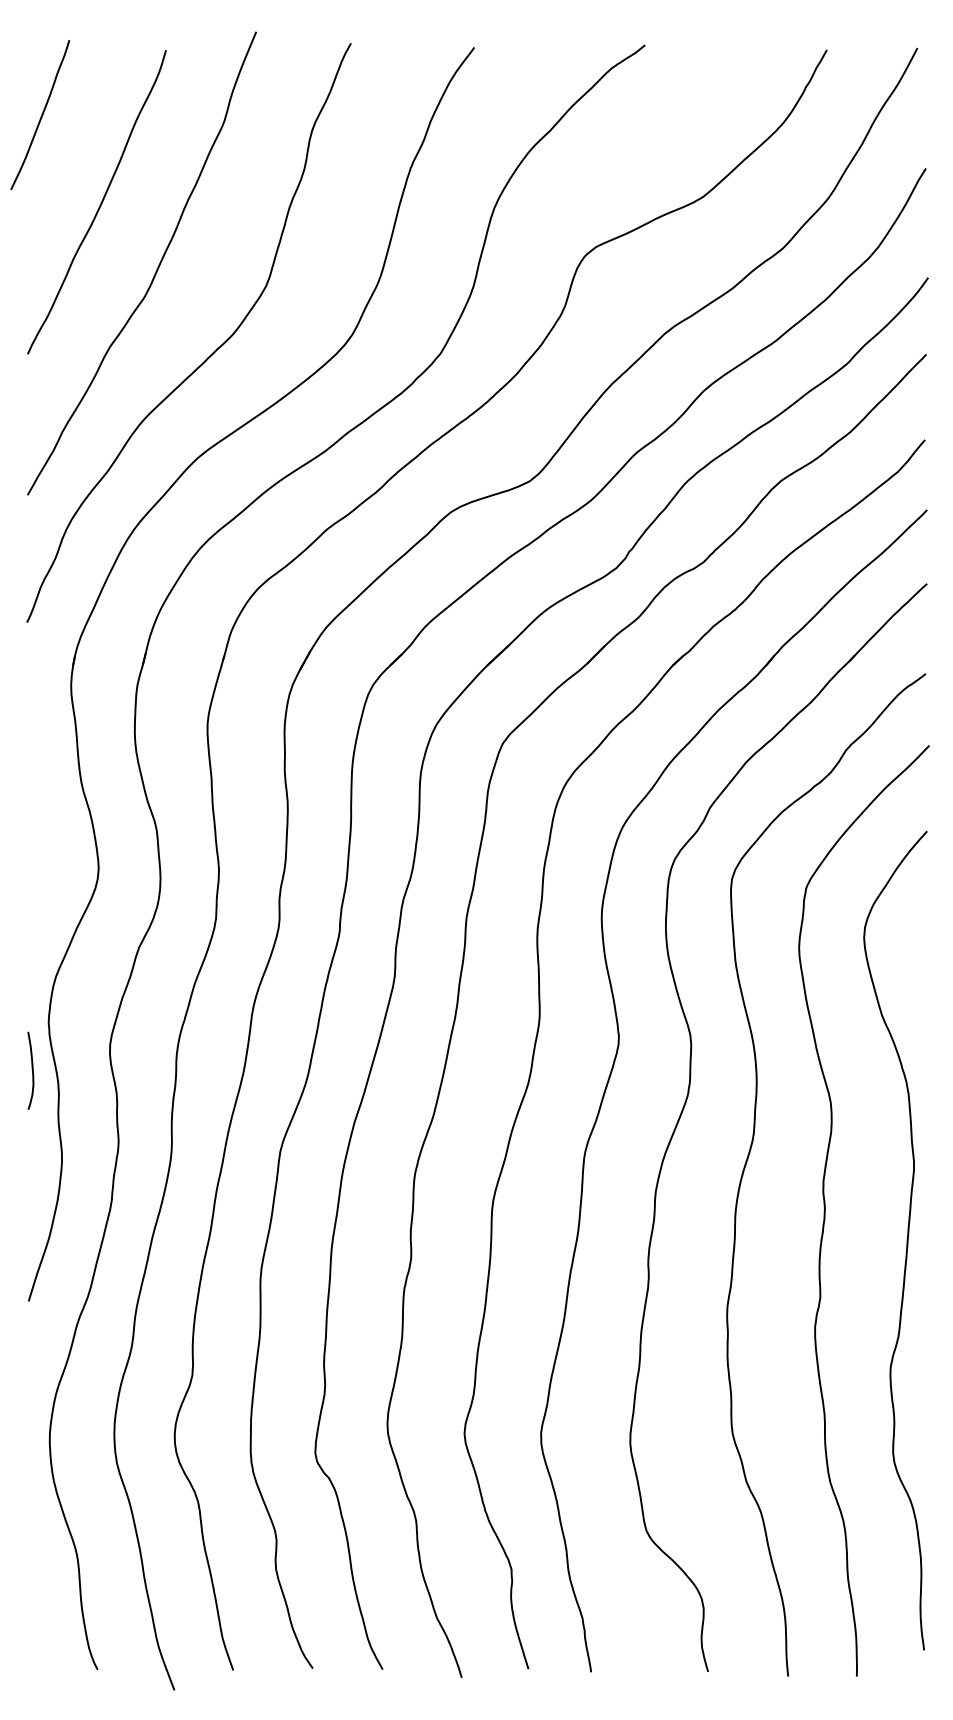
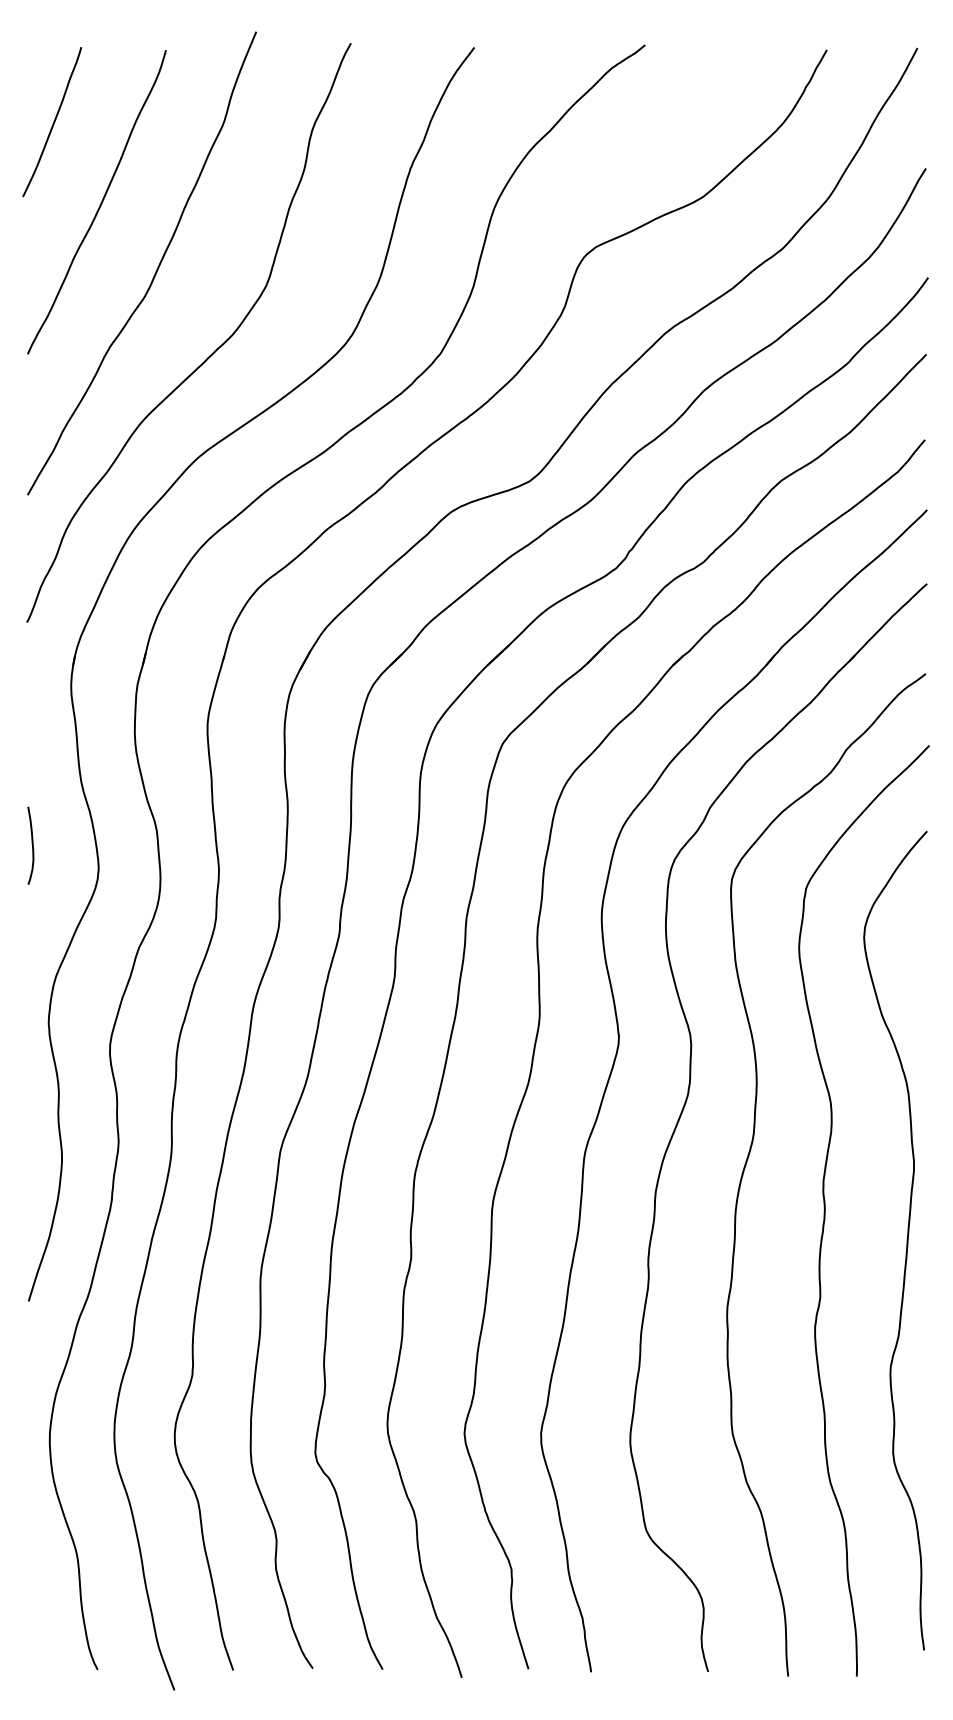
curve at (41, 115) position: (41, 115) -> (53, 122)
curve at (31, 1069) position: (31, 1069) -> (31, 844)
